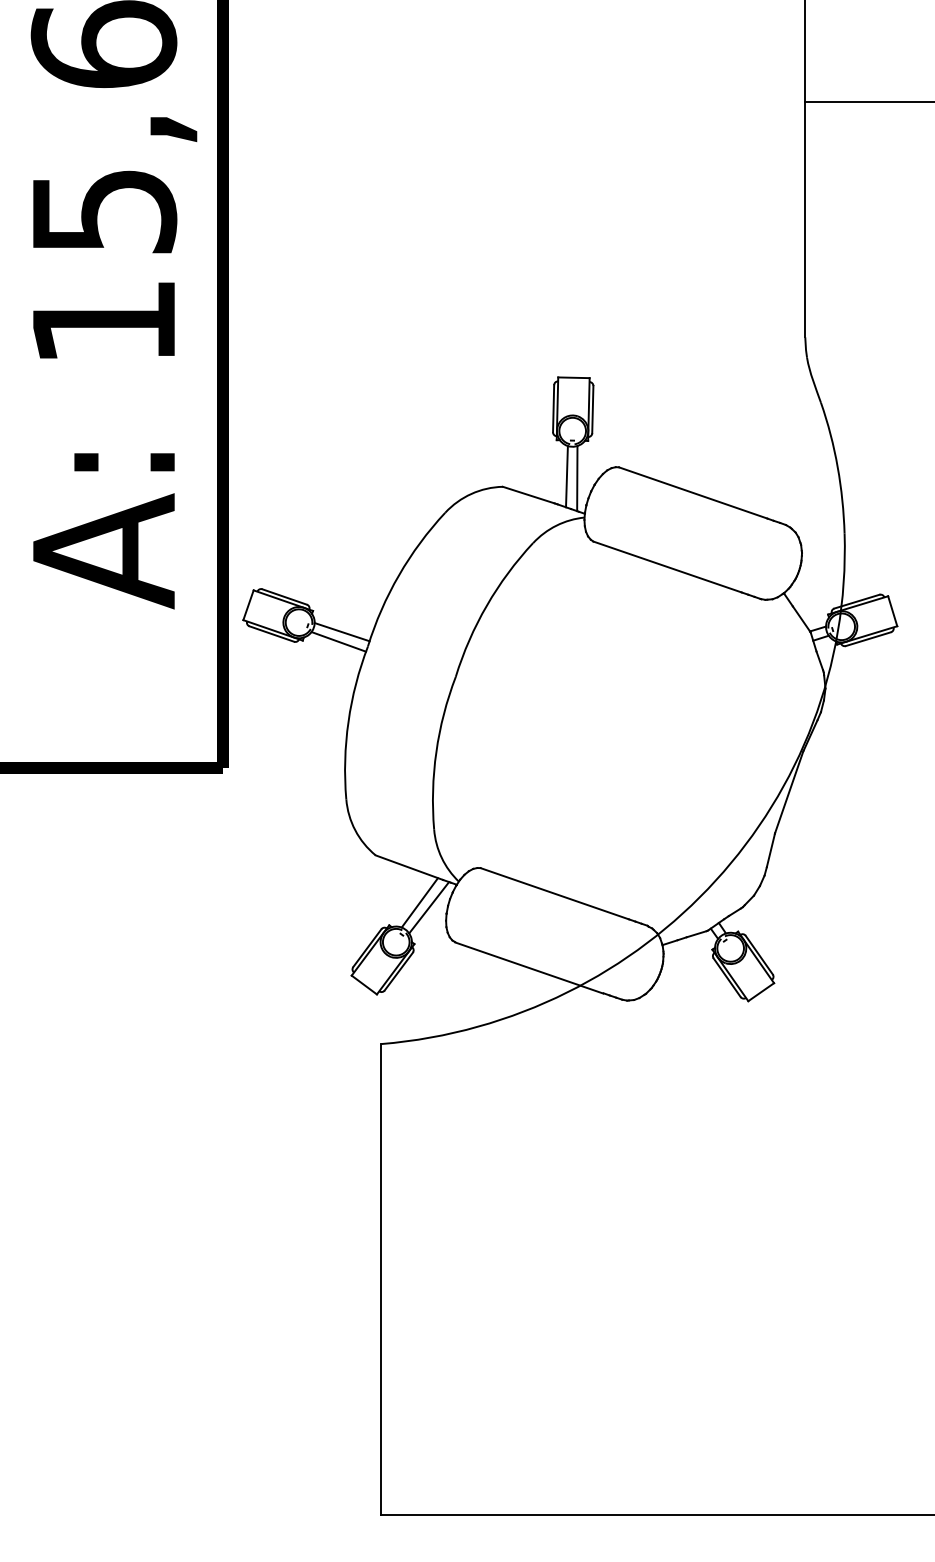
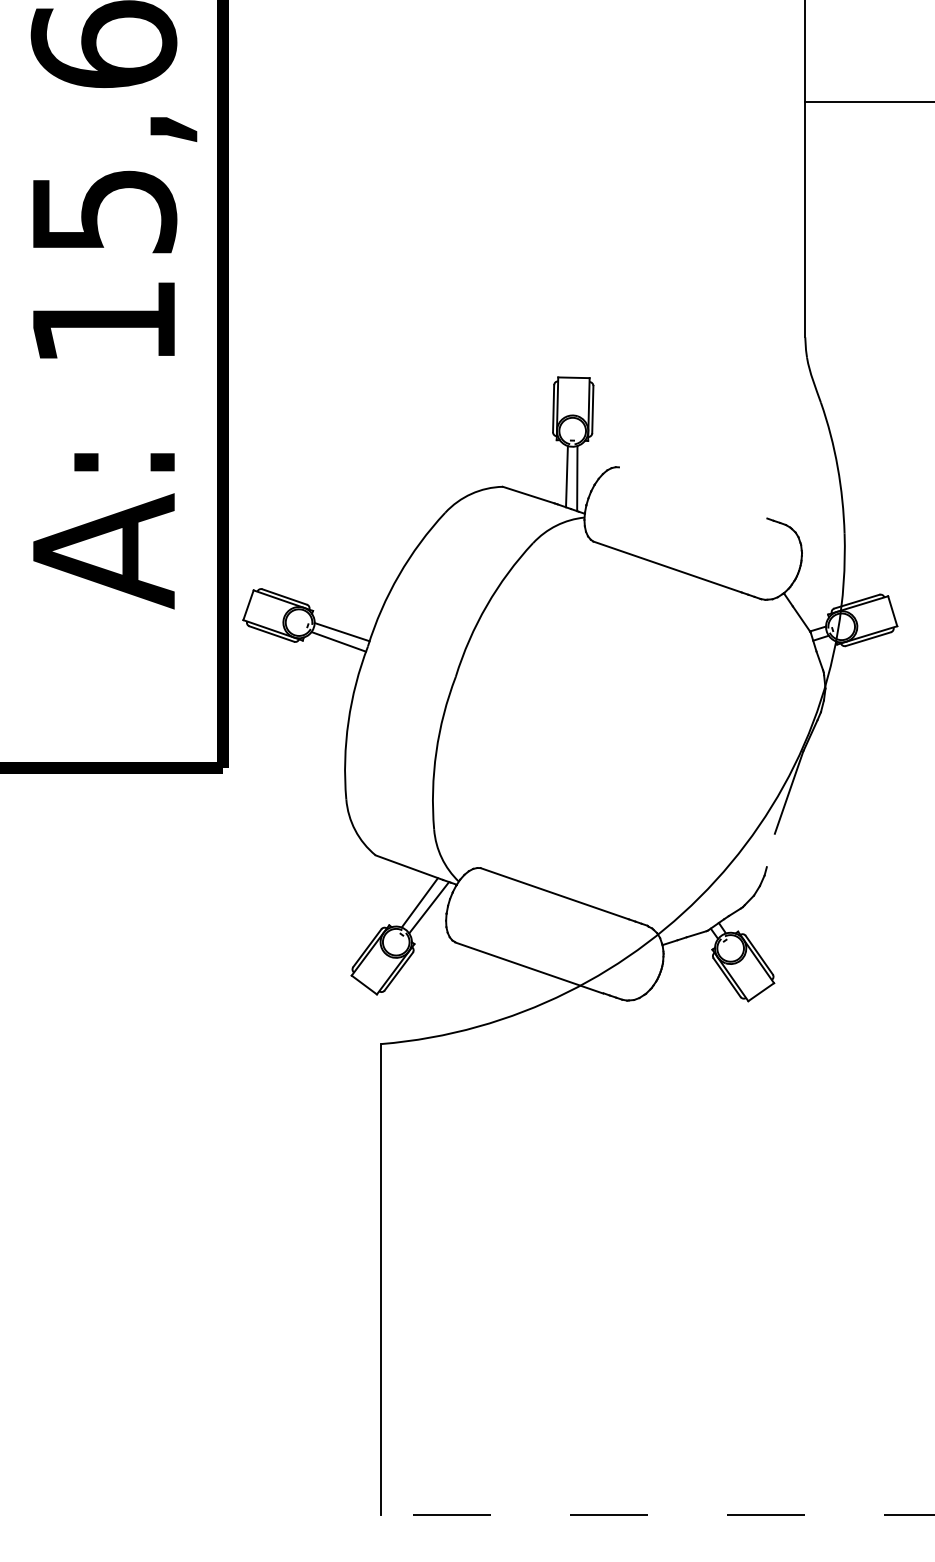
line at (693, 492): present -> none
line at (770, 850): present -> none
line at (658, 1515): solid -> dashed
